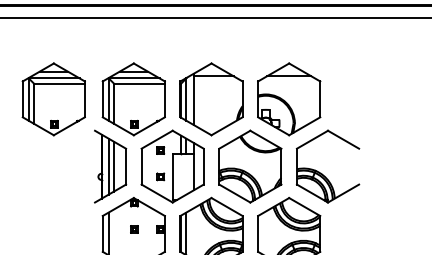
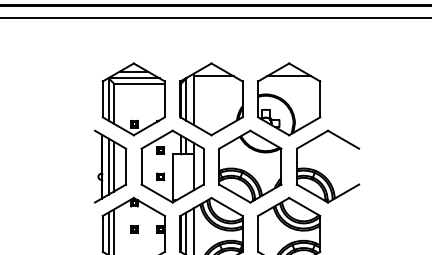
part at (53, 99): present -> none
line at (193, 229): none -> present
line at (113, 230): none -> present
